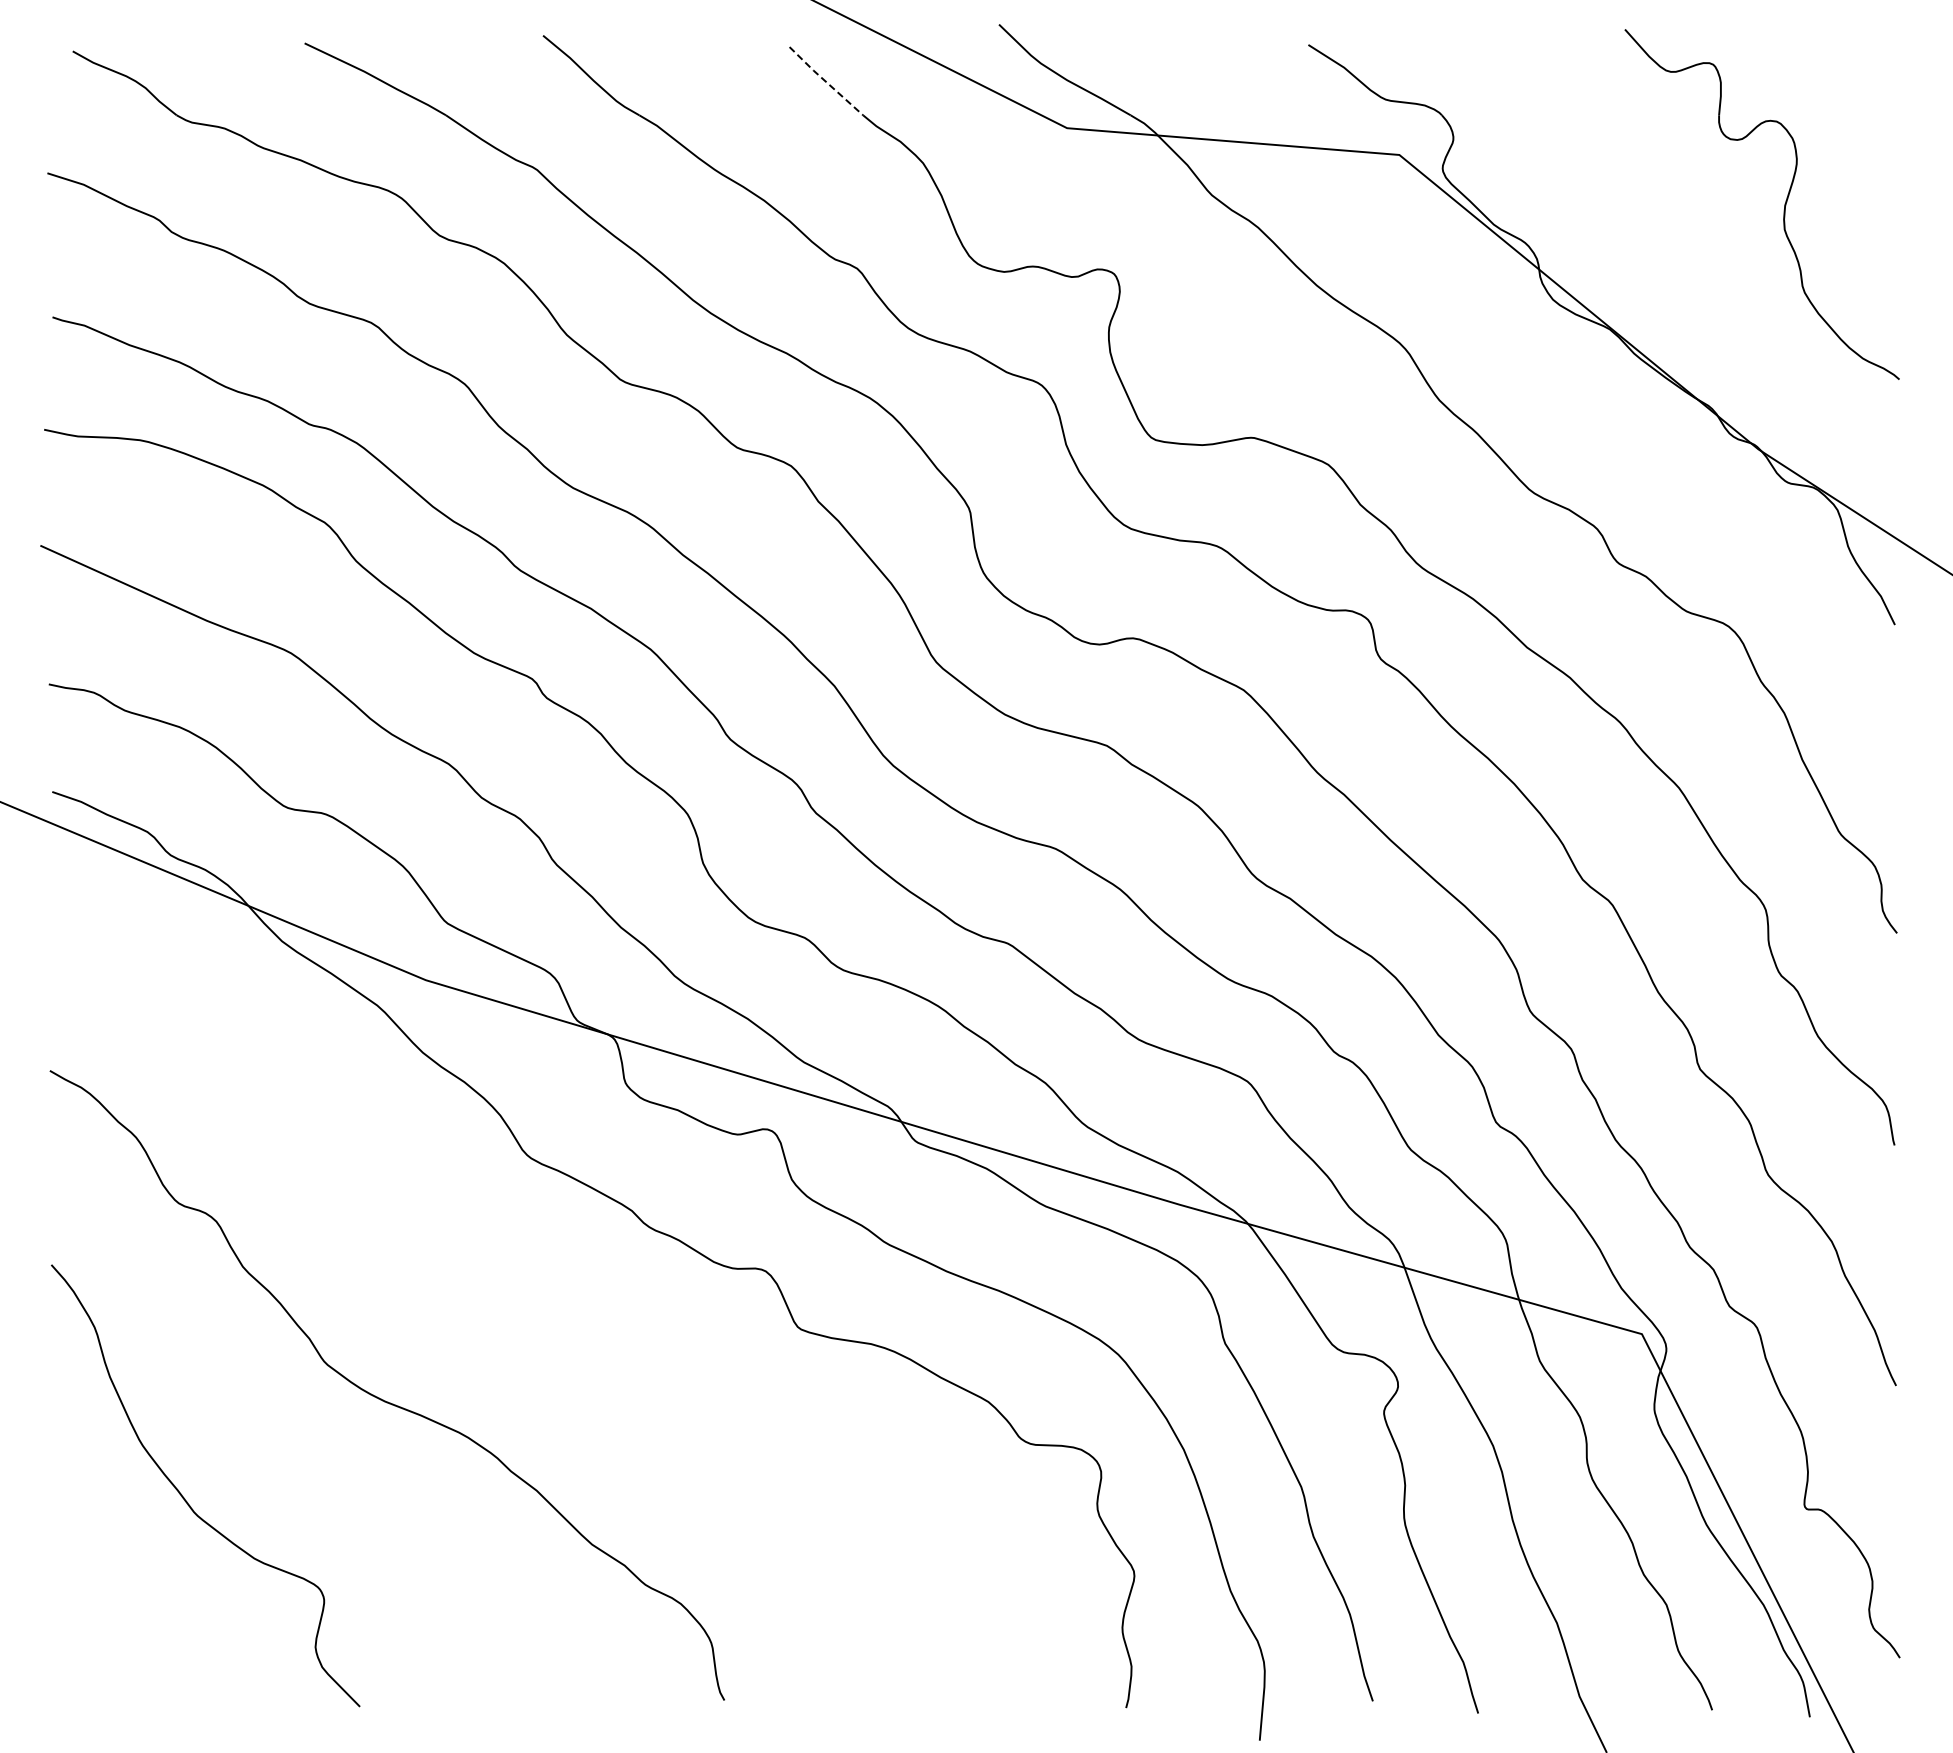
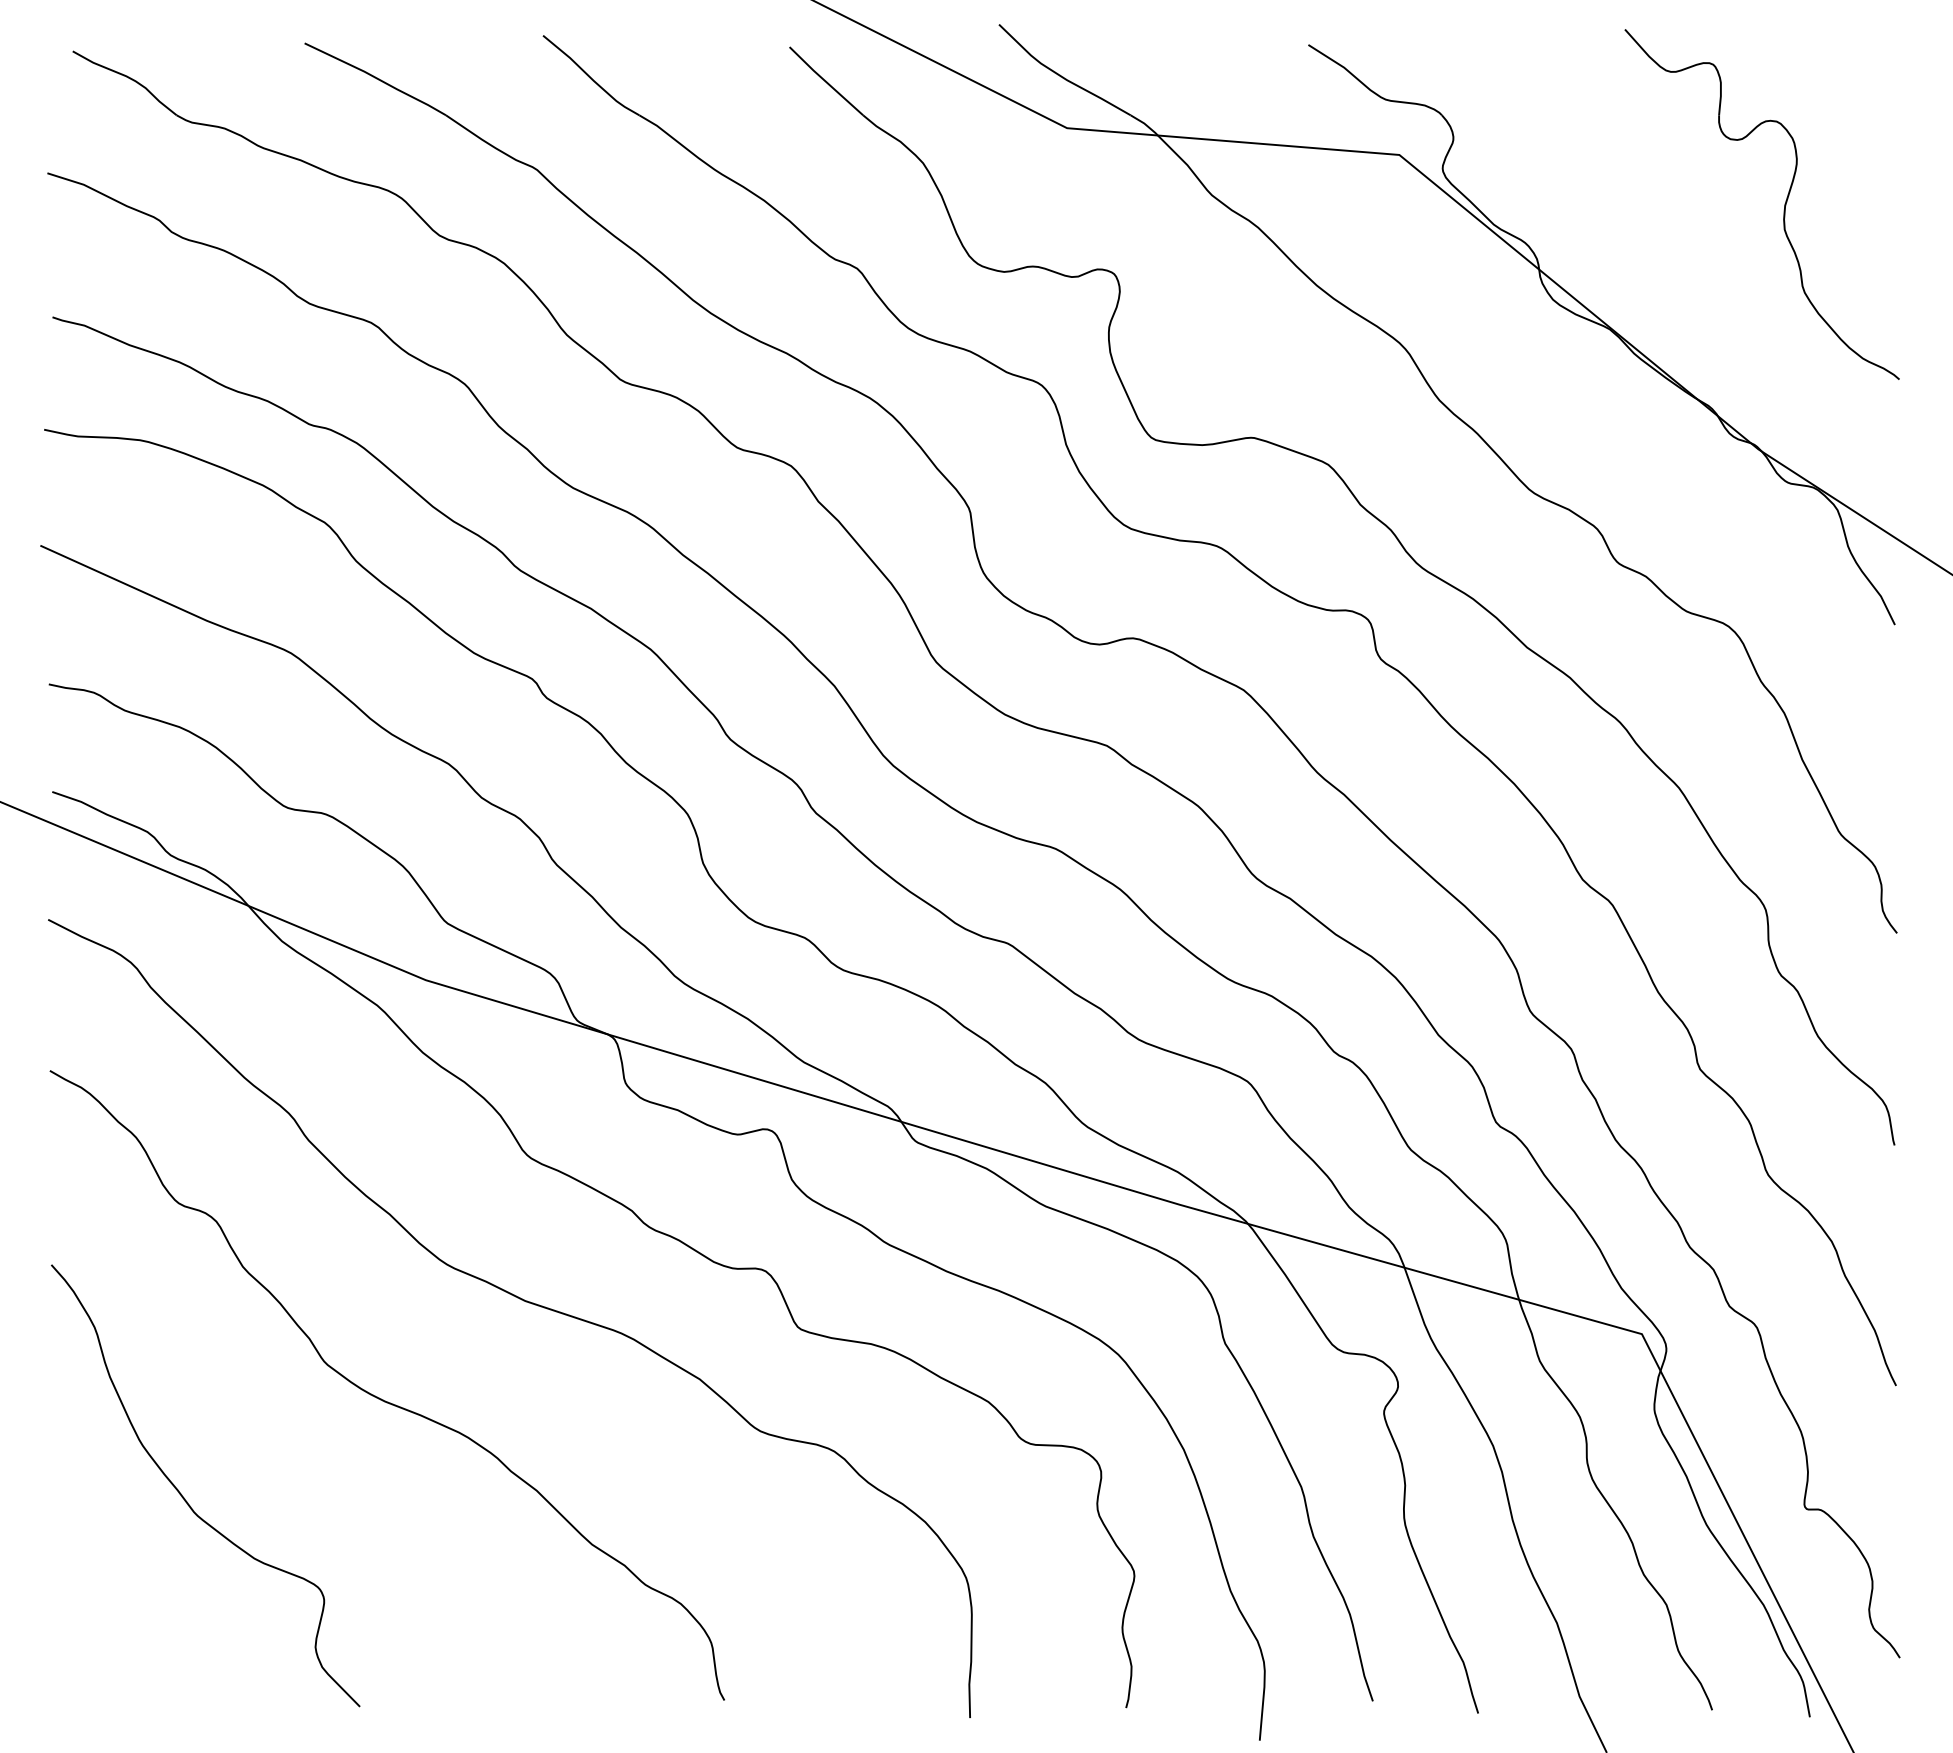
line at (825, 81): dashed -> solid
curve at (519, 1299): none -> present
